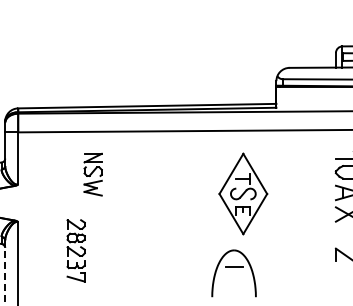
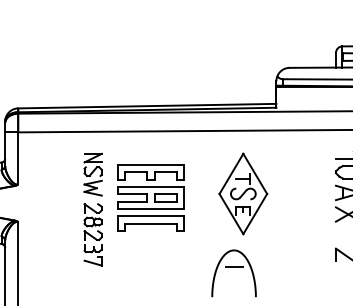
part at (150, 197): none -> present
part at (75, 250) position: (75, 250) -> (92, 234)
line at (5, 273): dashed -> solid
